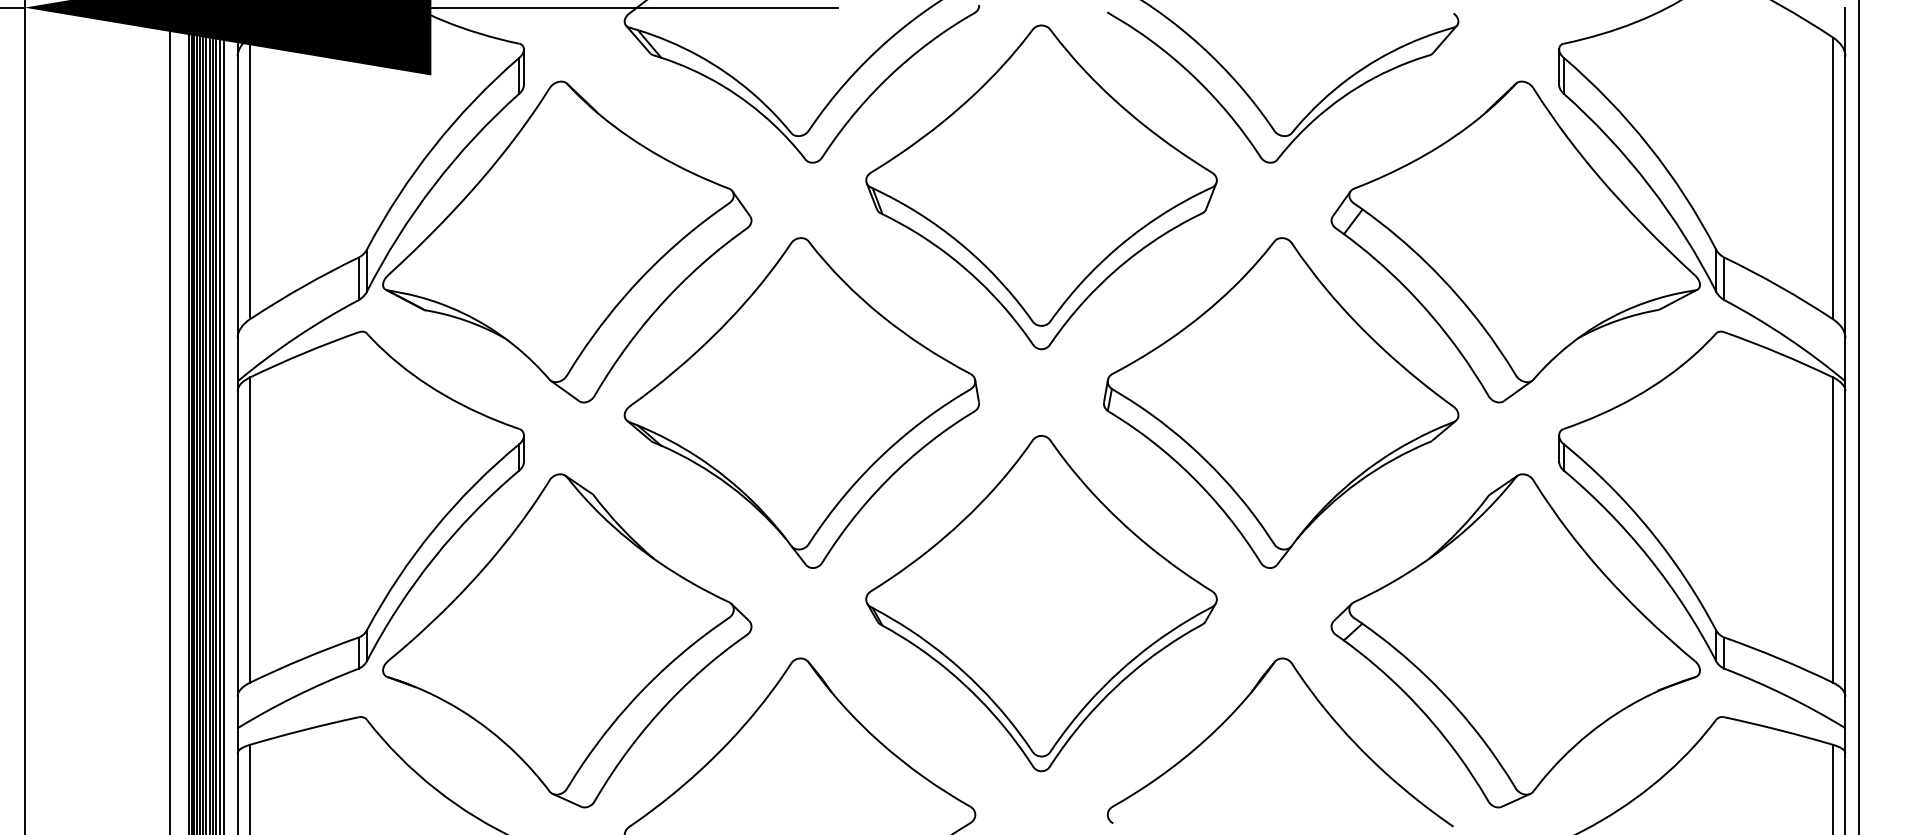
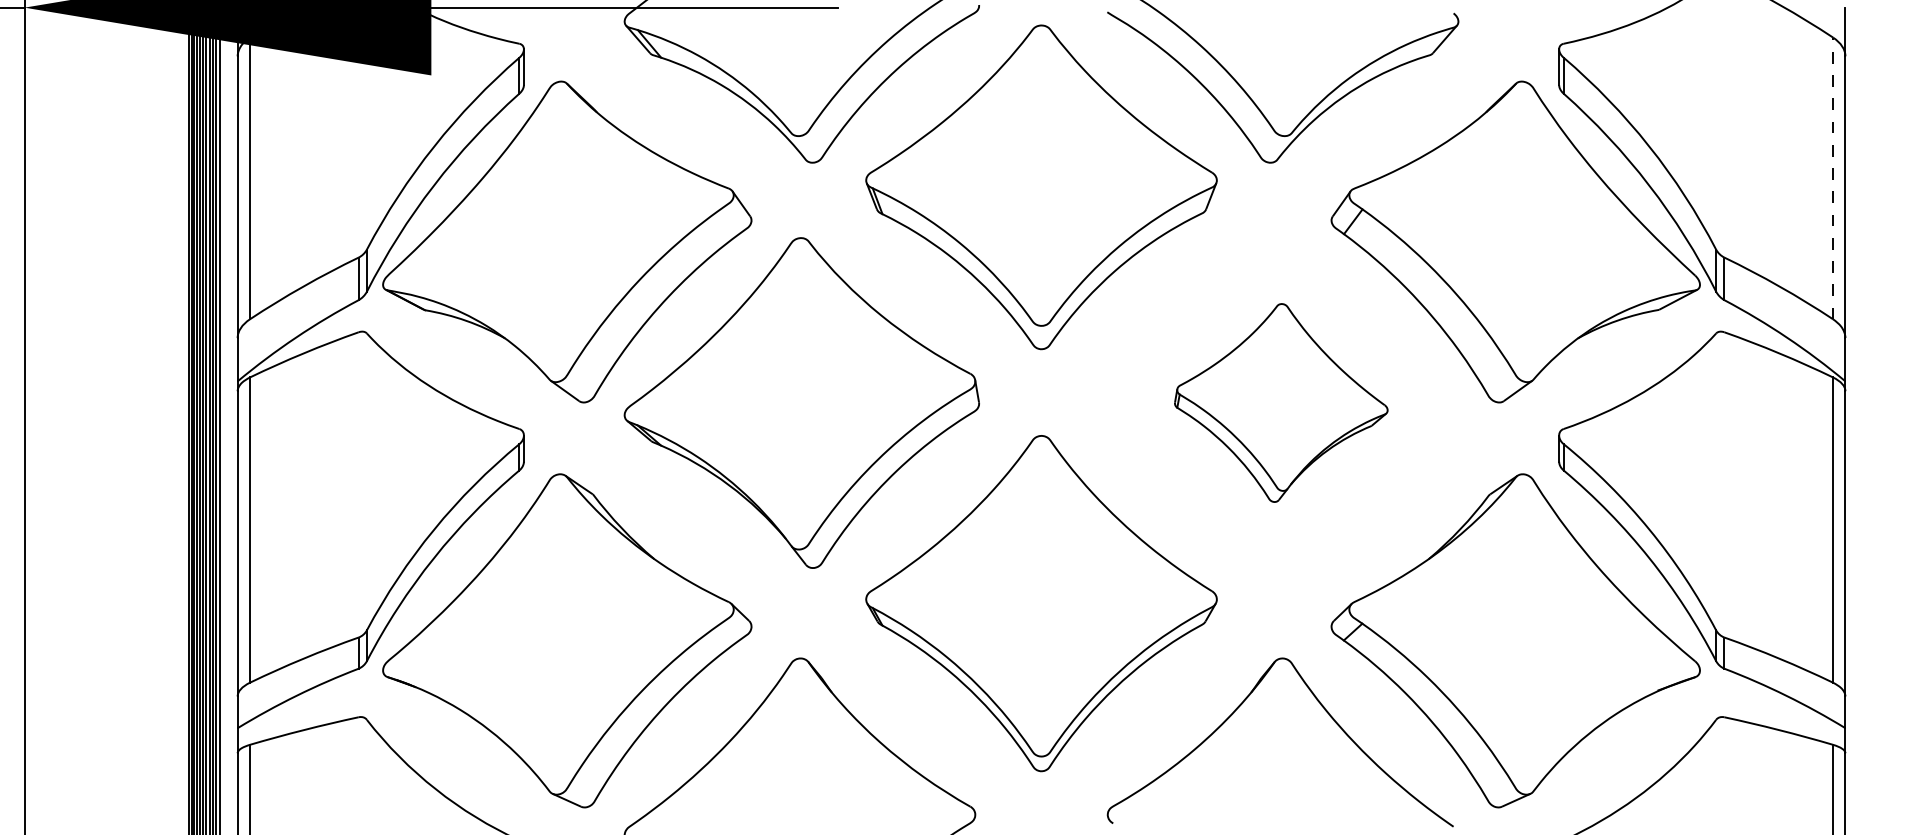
line at (1833, 178): solid -> dashed
part at (1281, 402) size: 357x332 px -> 215x200 px
line at (169, 416): present -> none
line at (223, 416): present -> none
line at (1859, 416): present -> none
